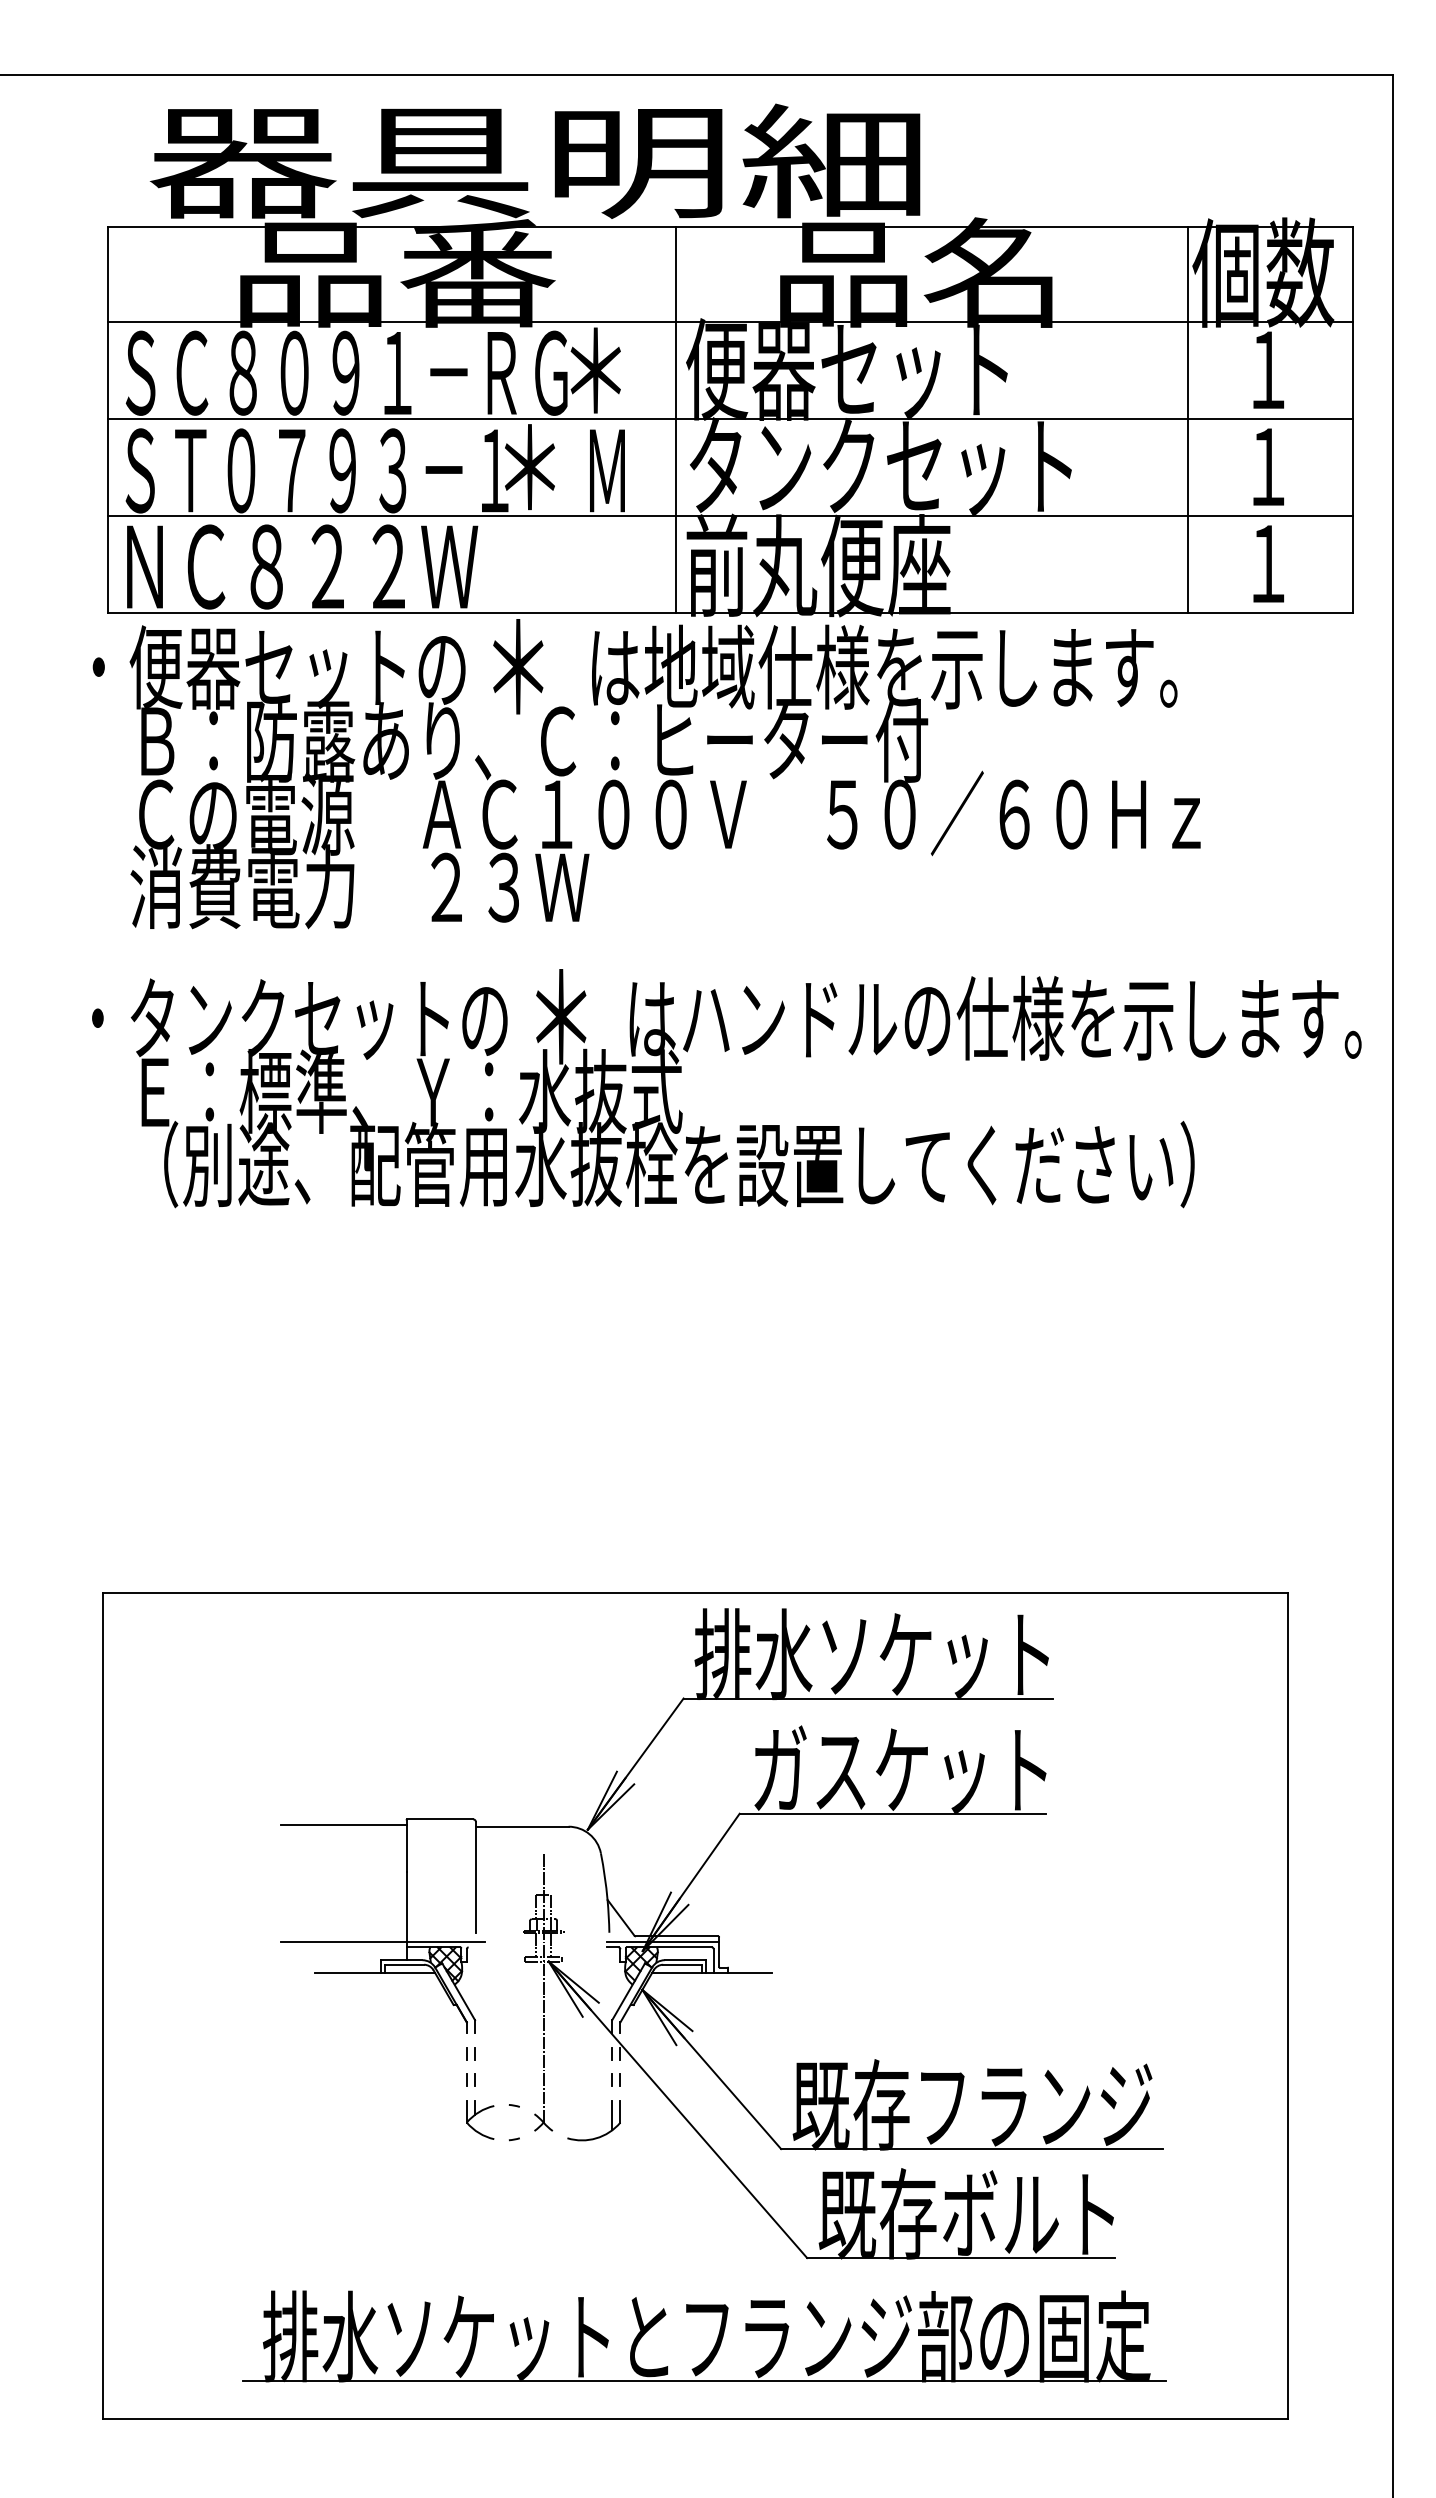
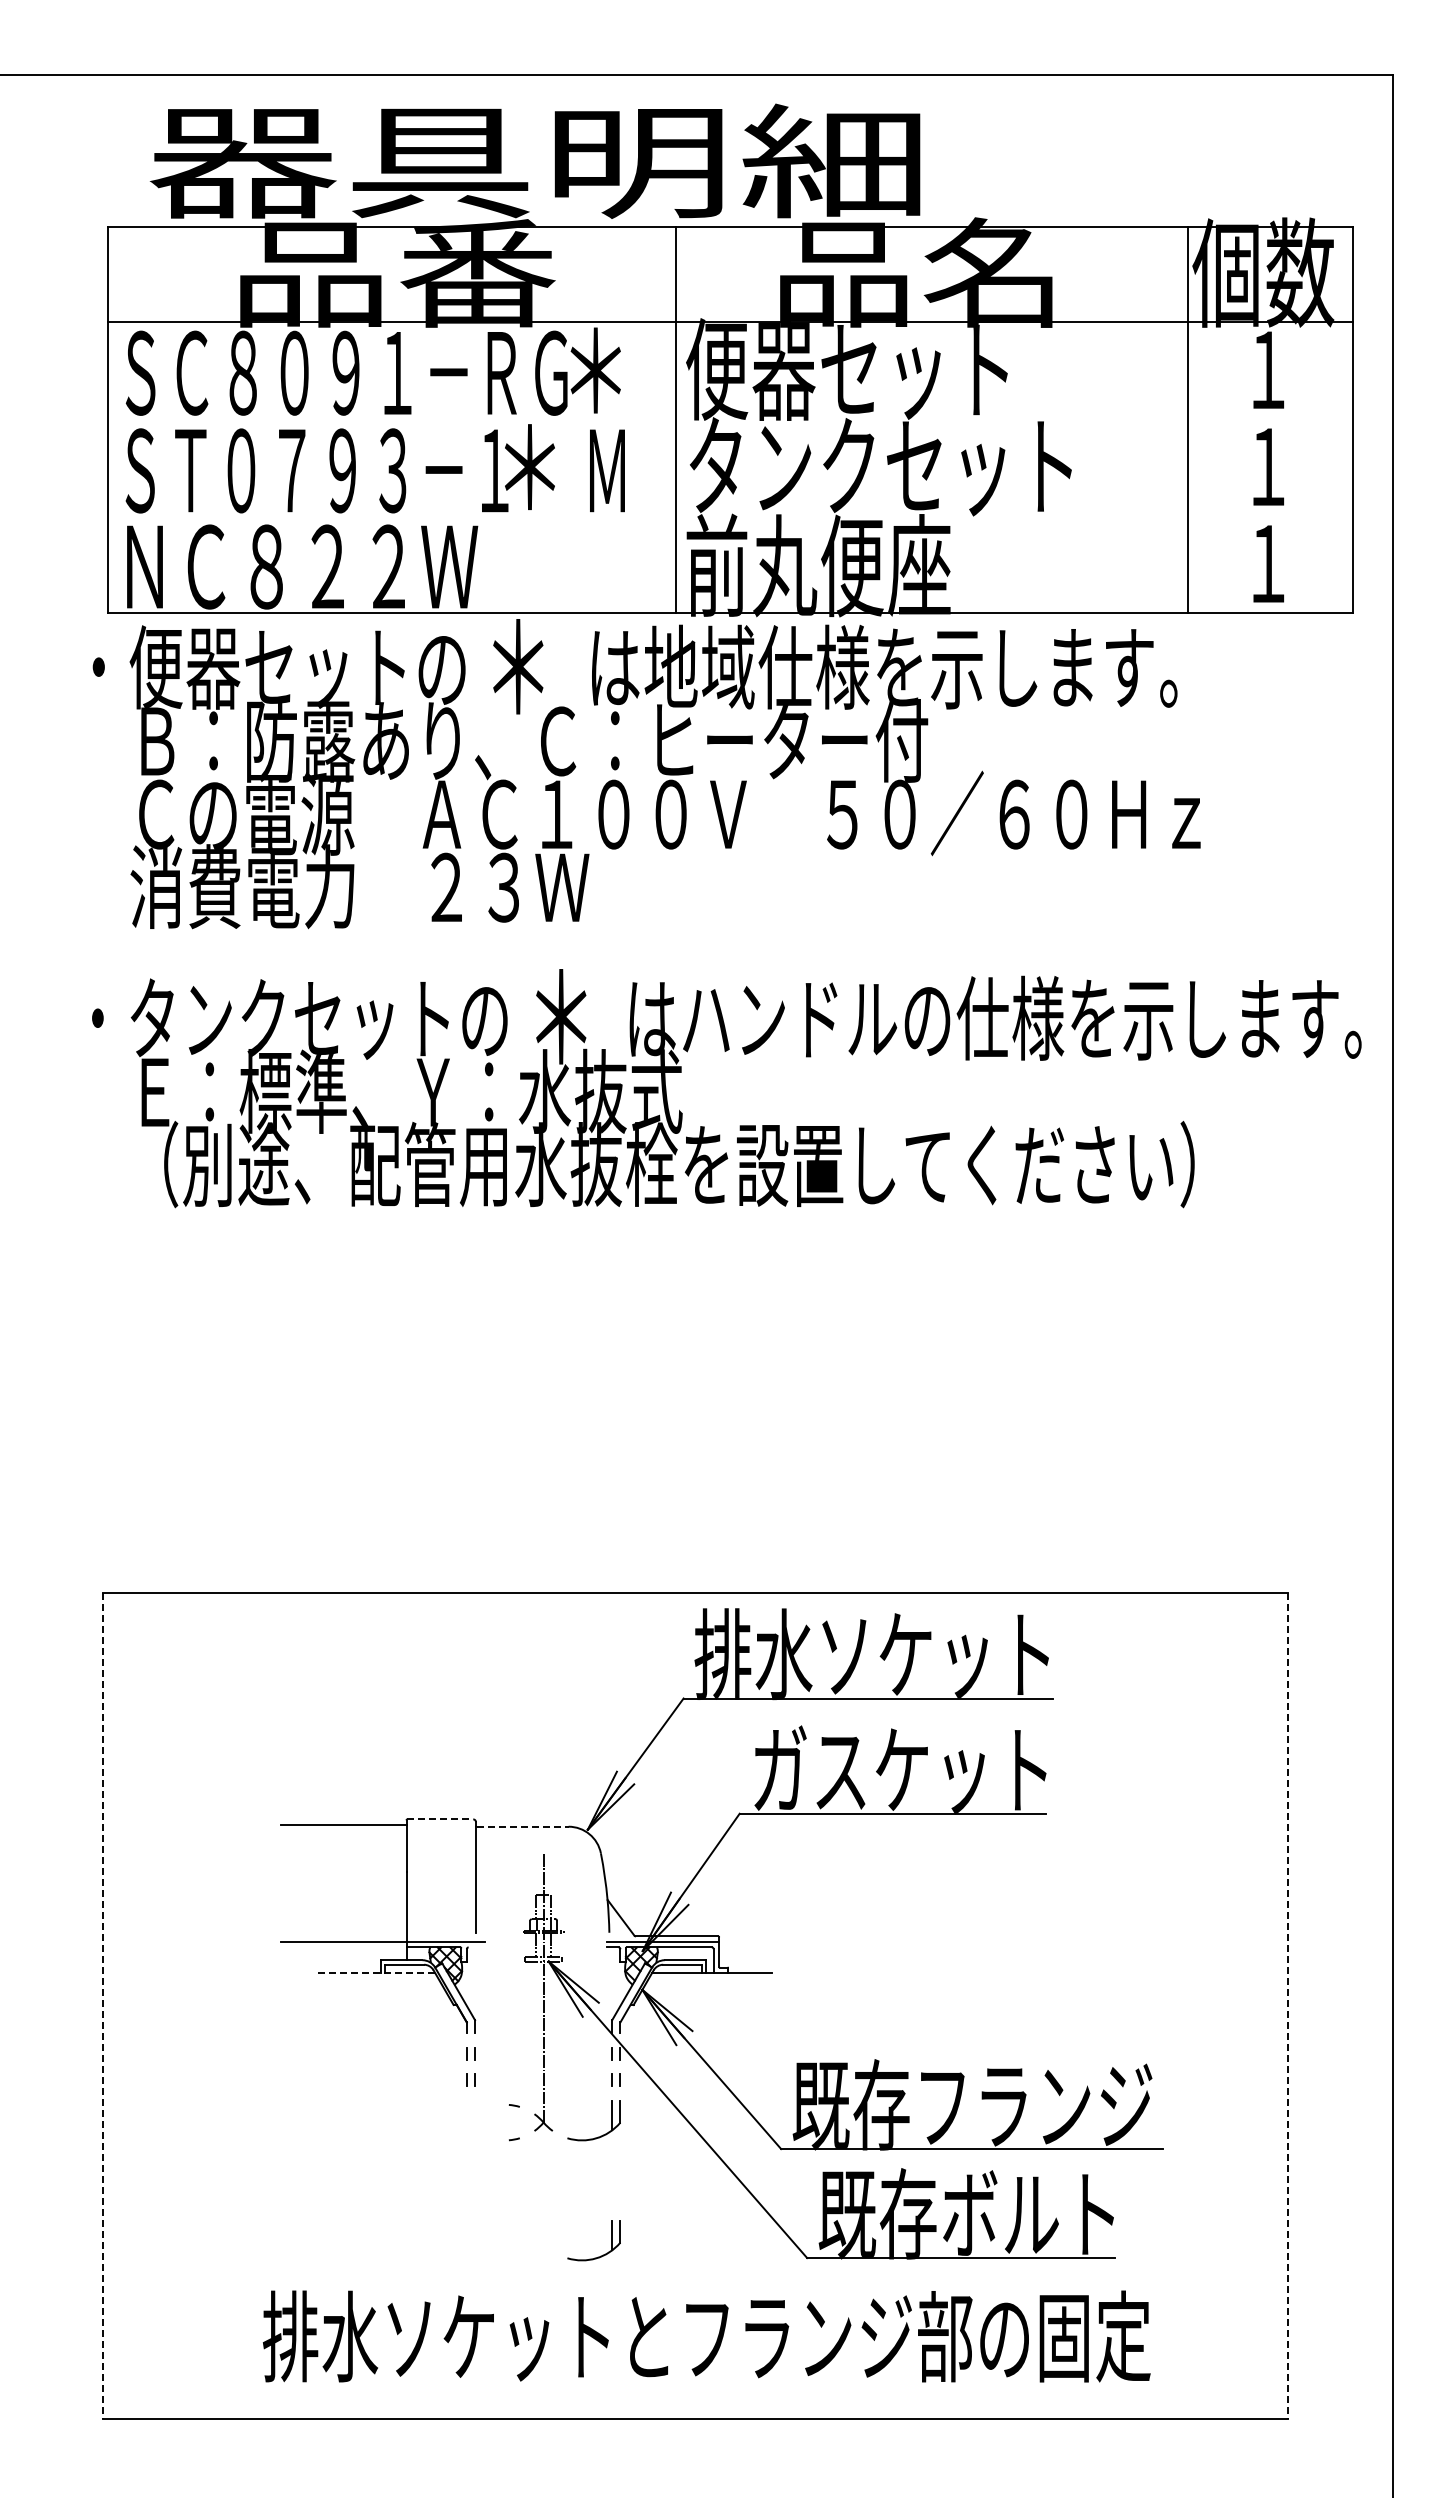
line at (729, 418): present -> none
line at (729, 515): present -> none
line at (440, 1819): solid -> dashed
line at (522, 1826): solid -> dashed
line at (374, 1973): solid -> dashed
line at (102, 2006): solid -> dashed
line at (1287, 2006): solid -> dashed
part at (480, 2119): present -> none
part at (600, 2255): none -> present
line at (704, 2380): present -> none
